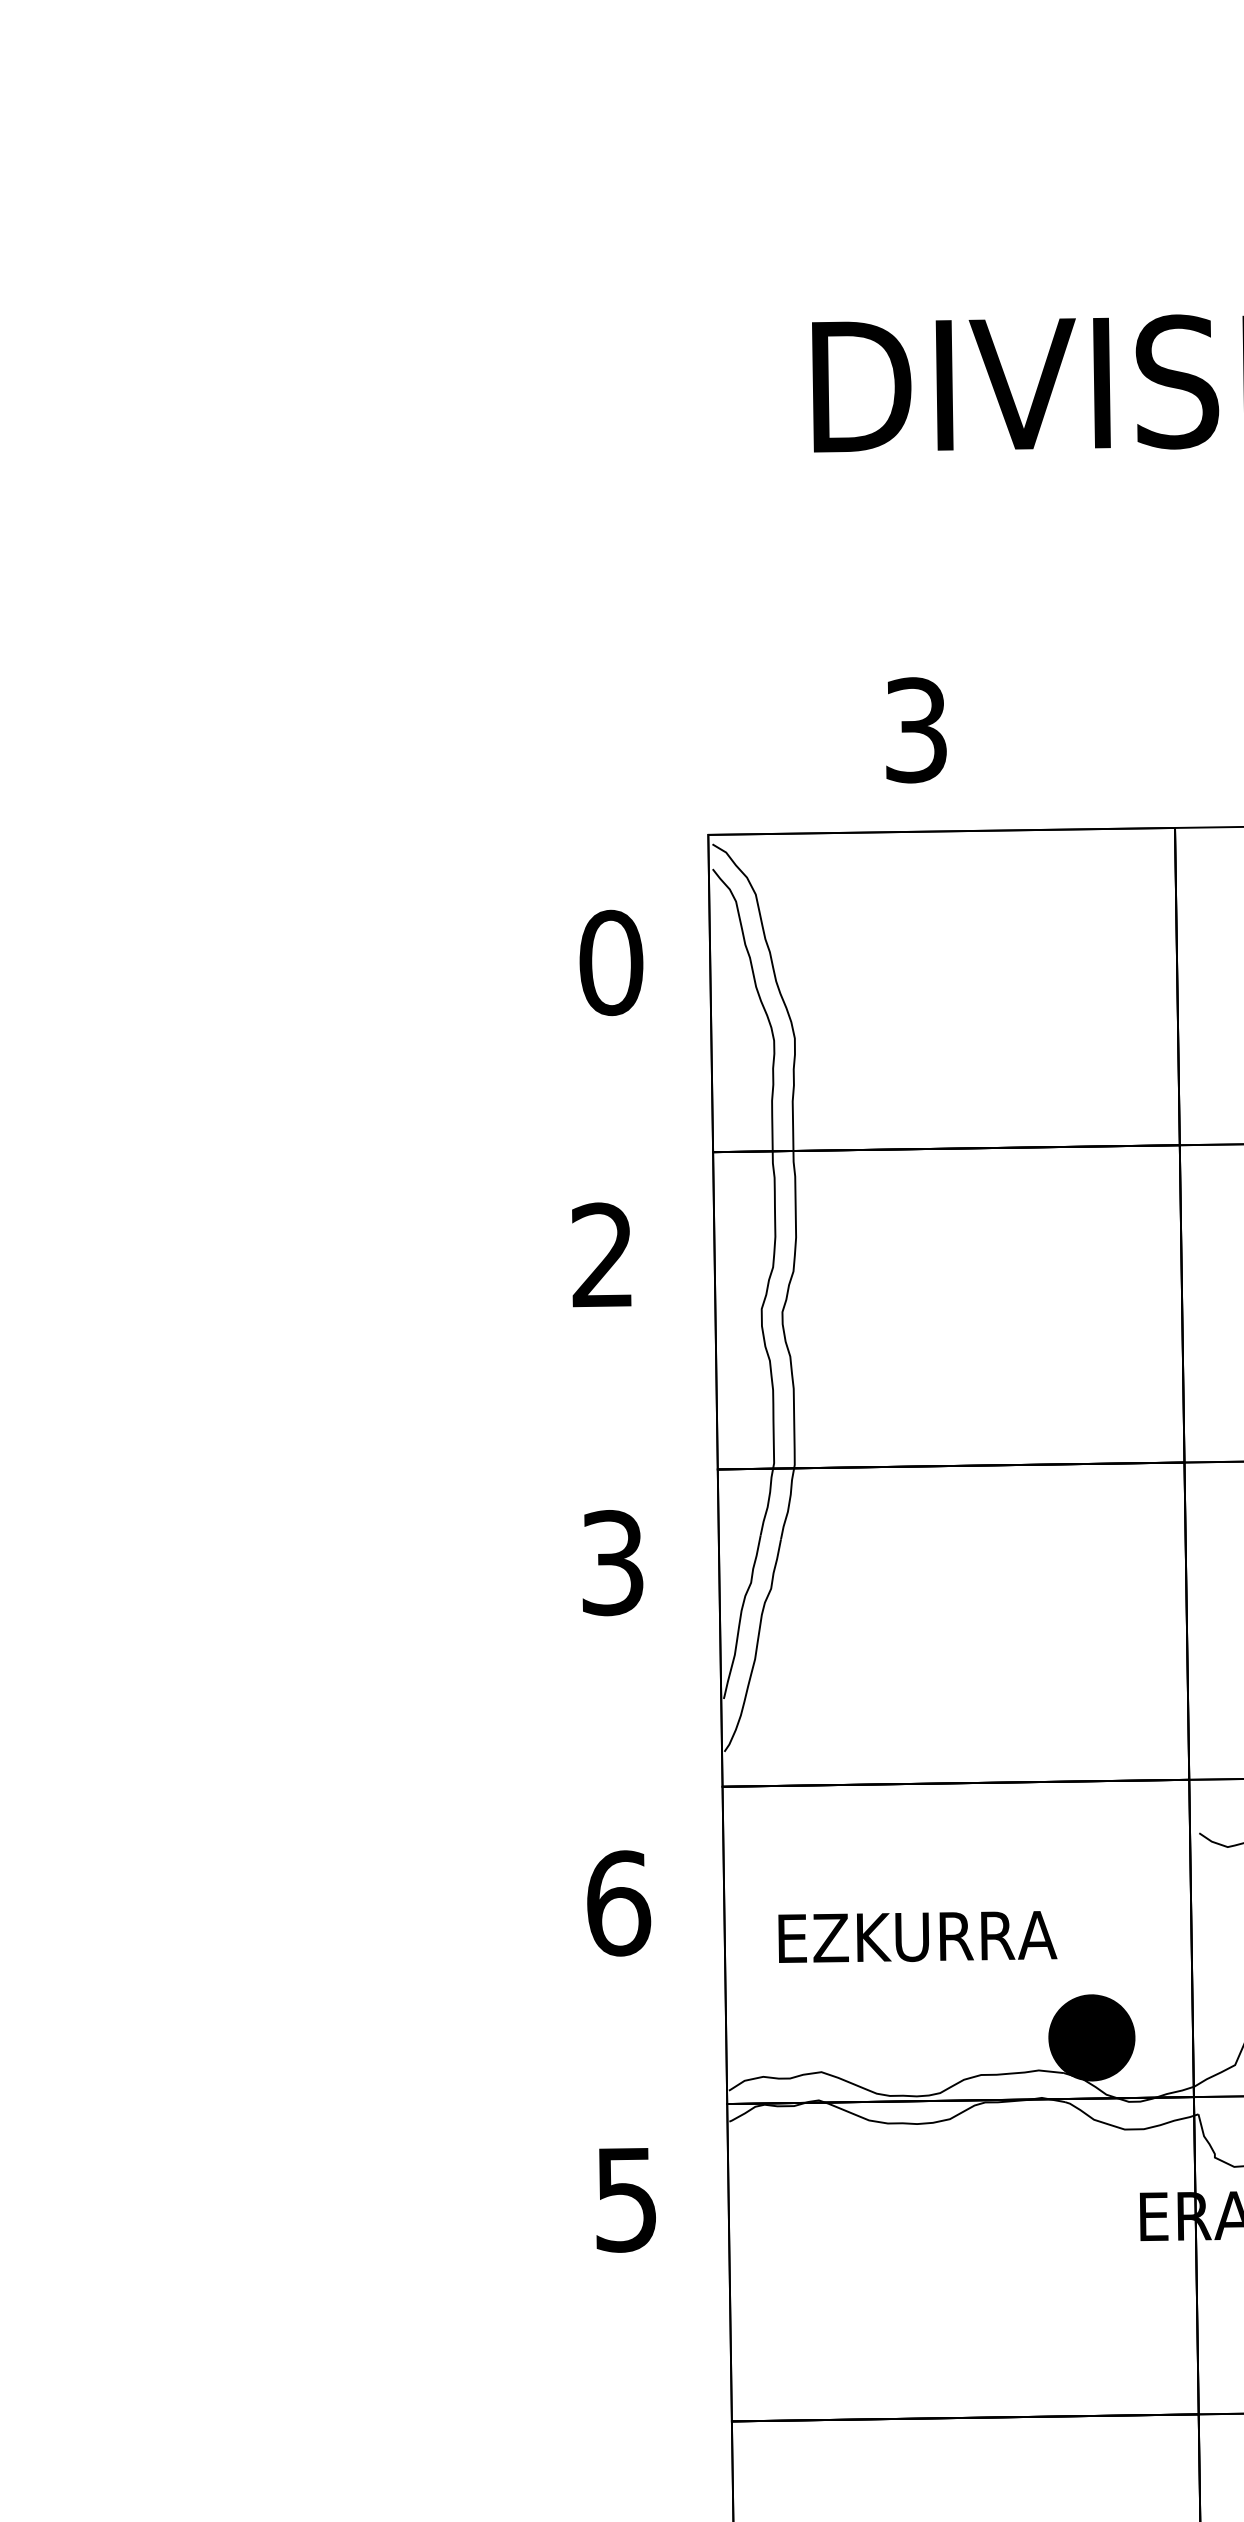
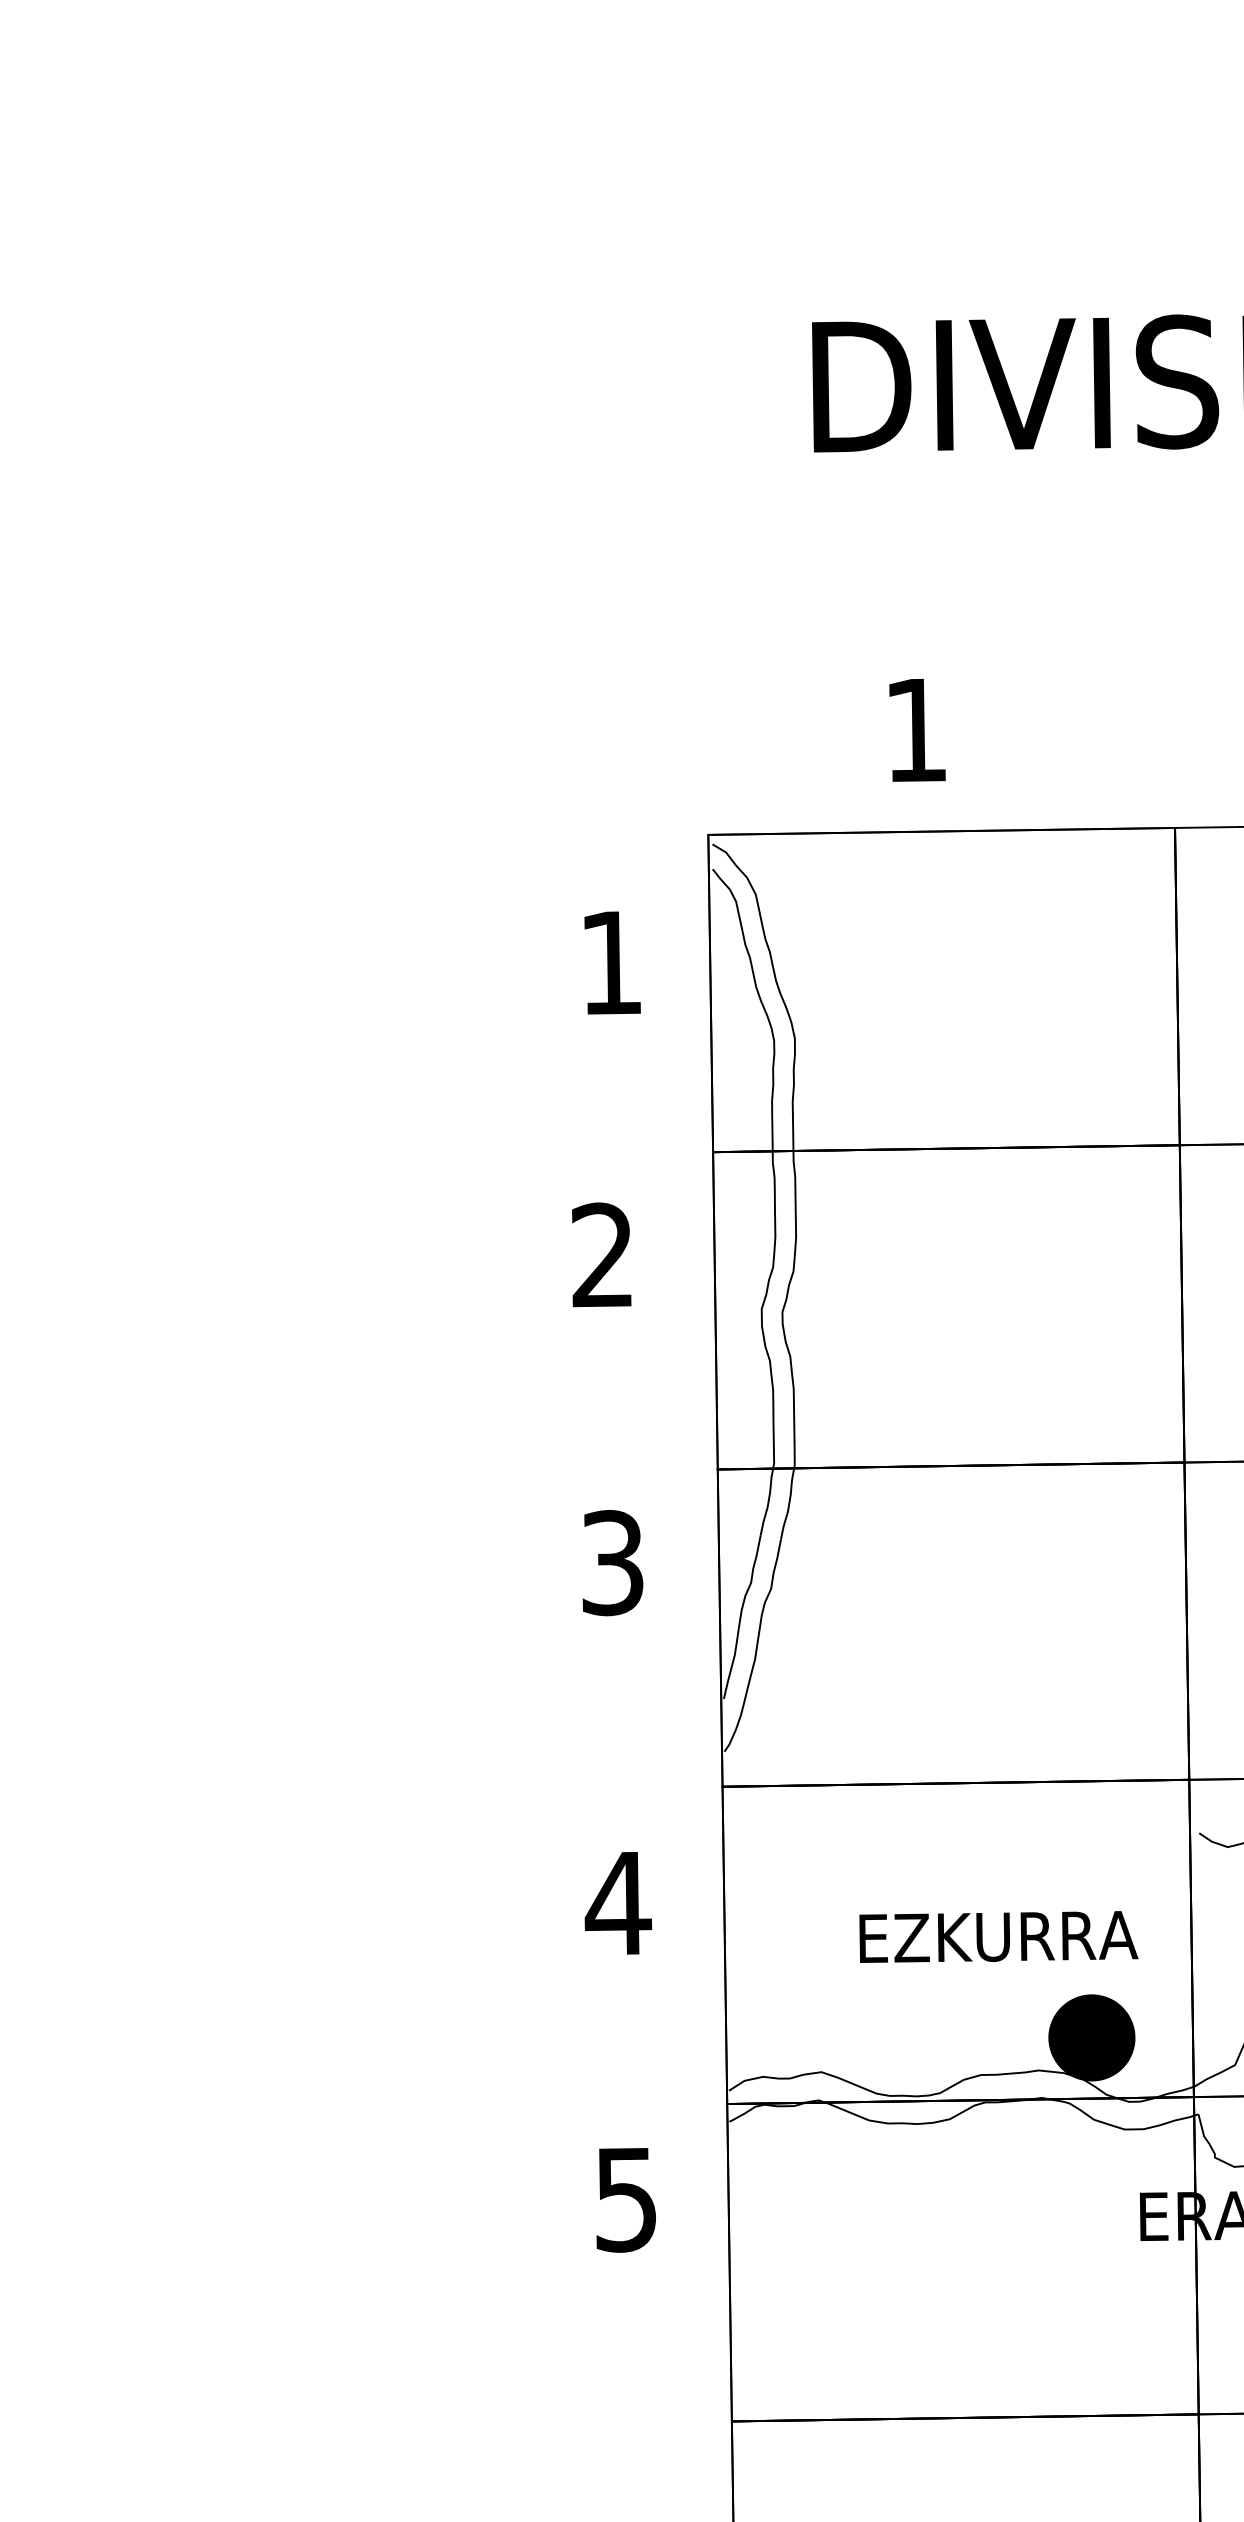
text at (916, 730): 3 -> 1
text at (611, 962): 0 -> 1
text at (618, 1903): 6 -> 4
text at (917, 1936) position: (917, 1936) -> (998, 1936)
